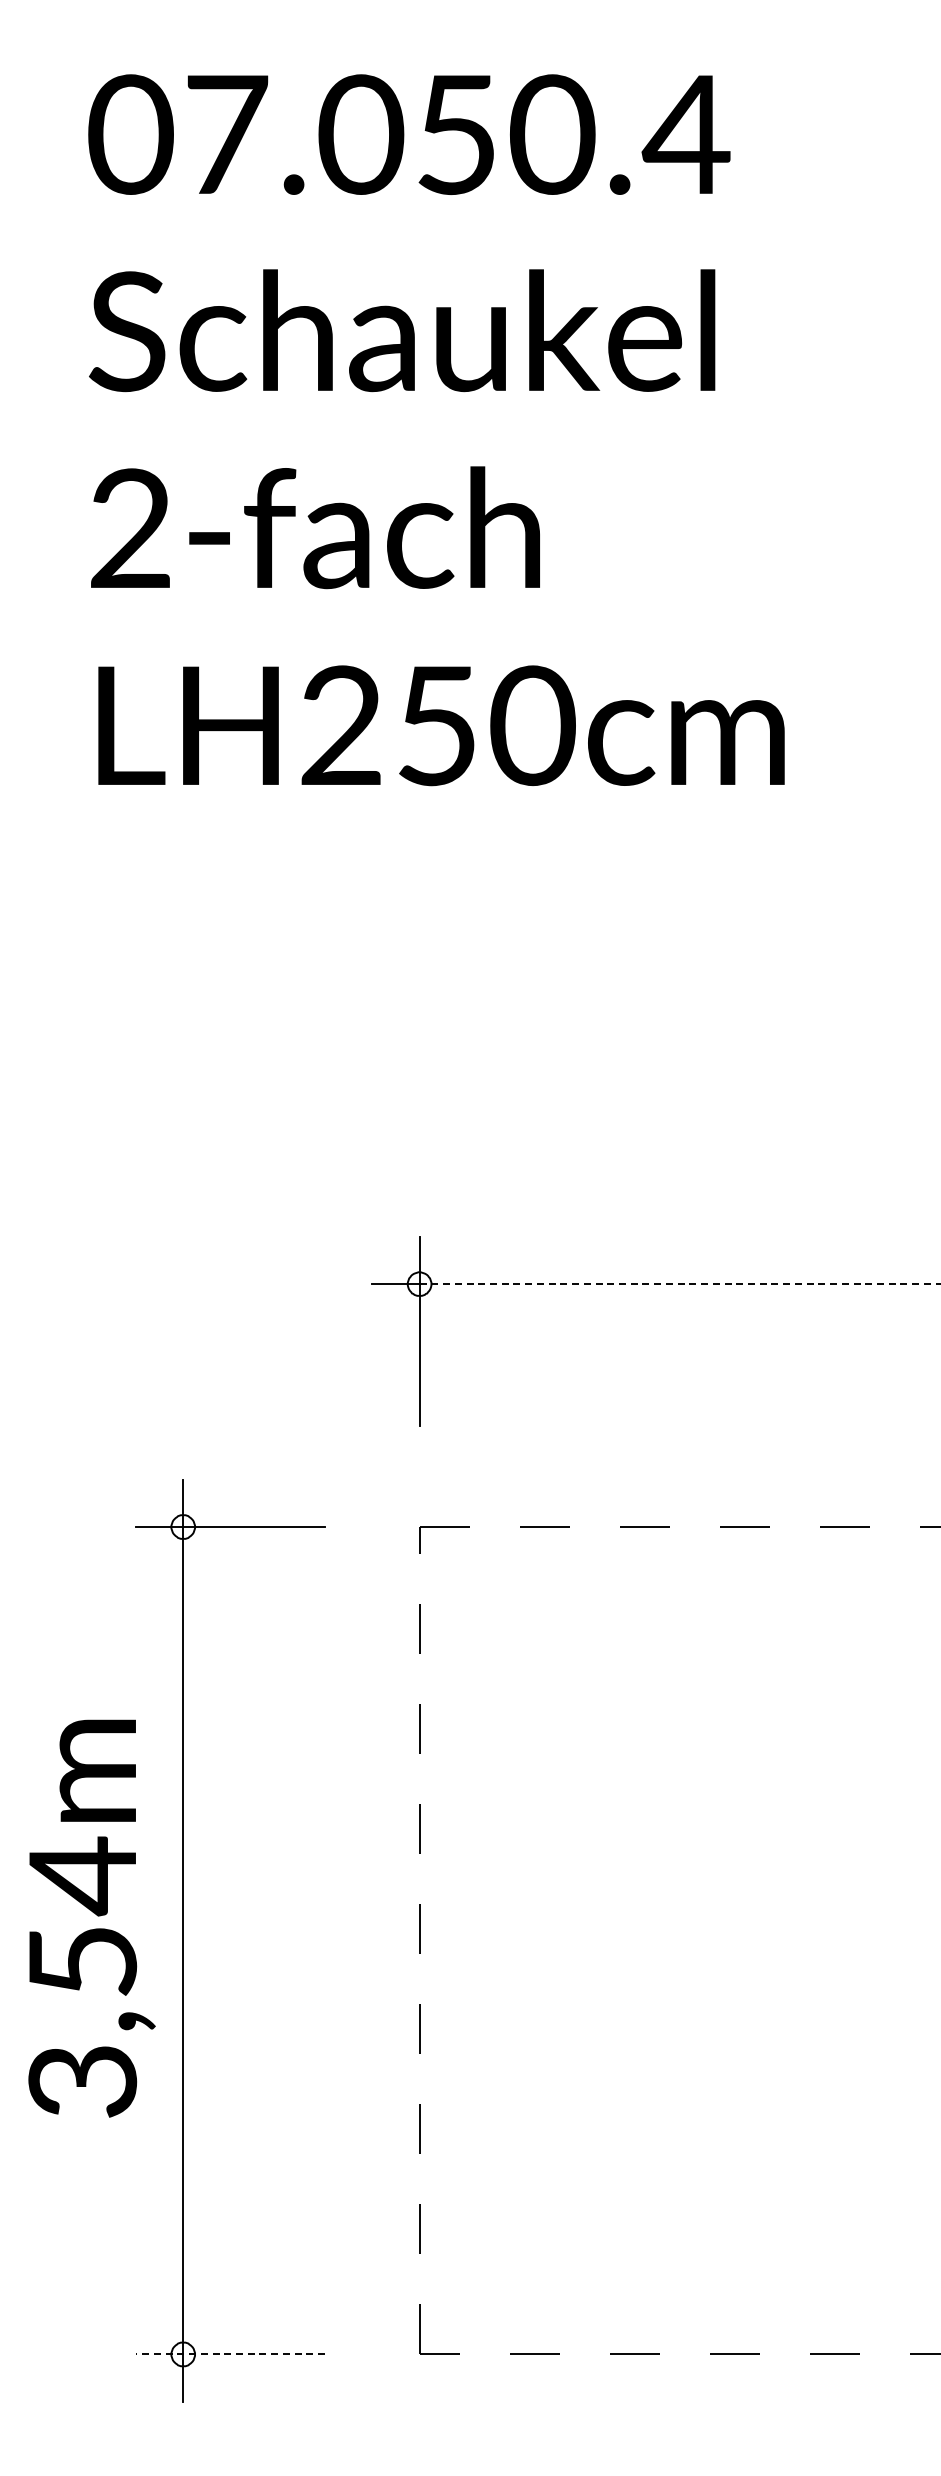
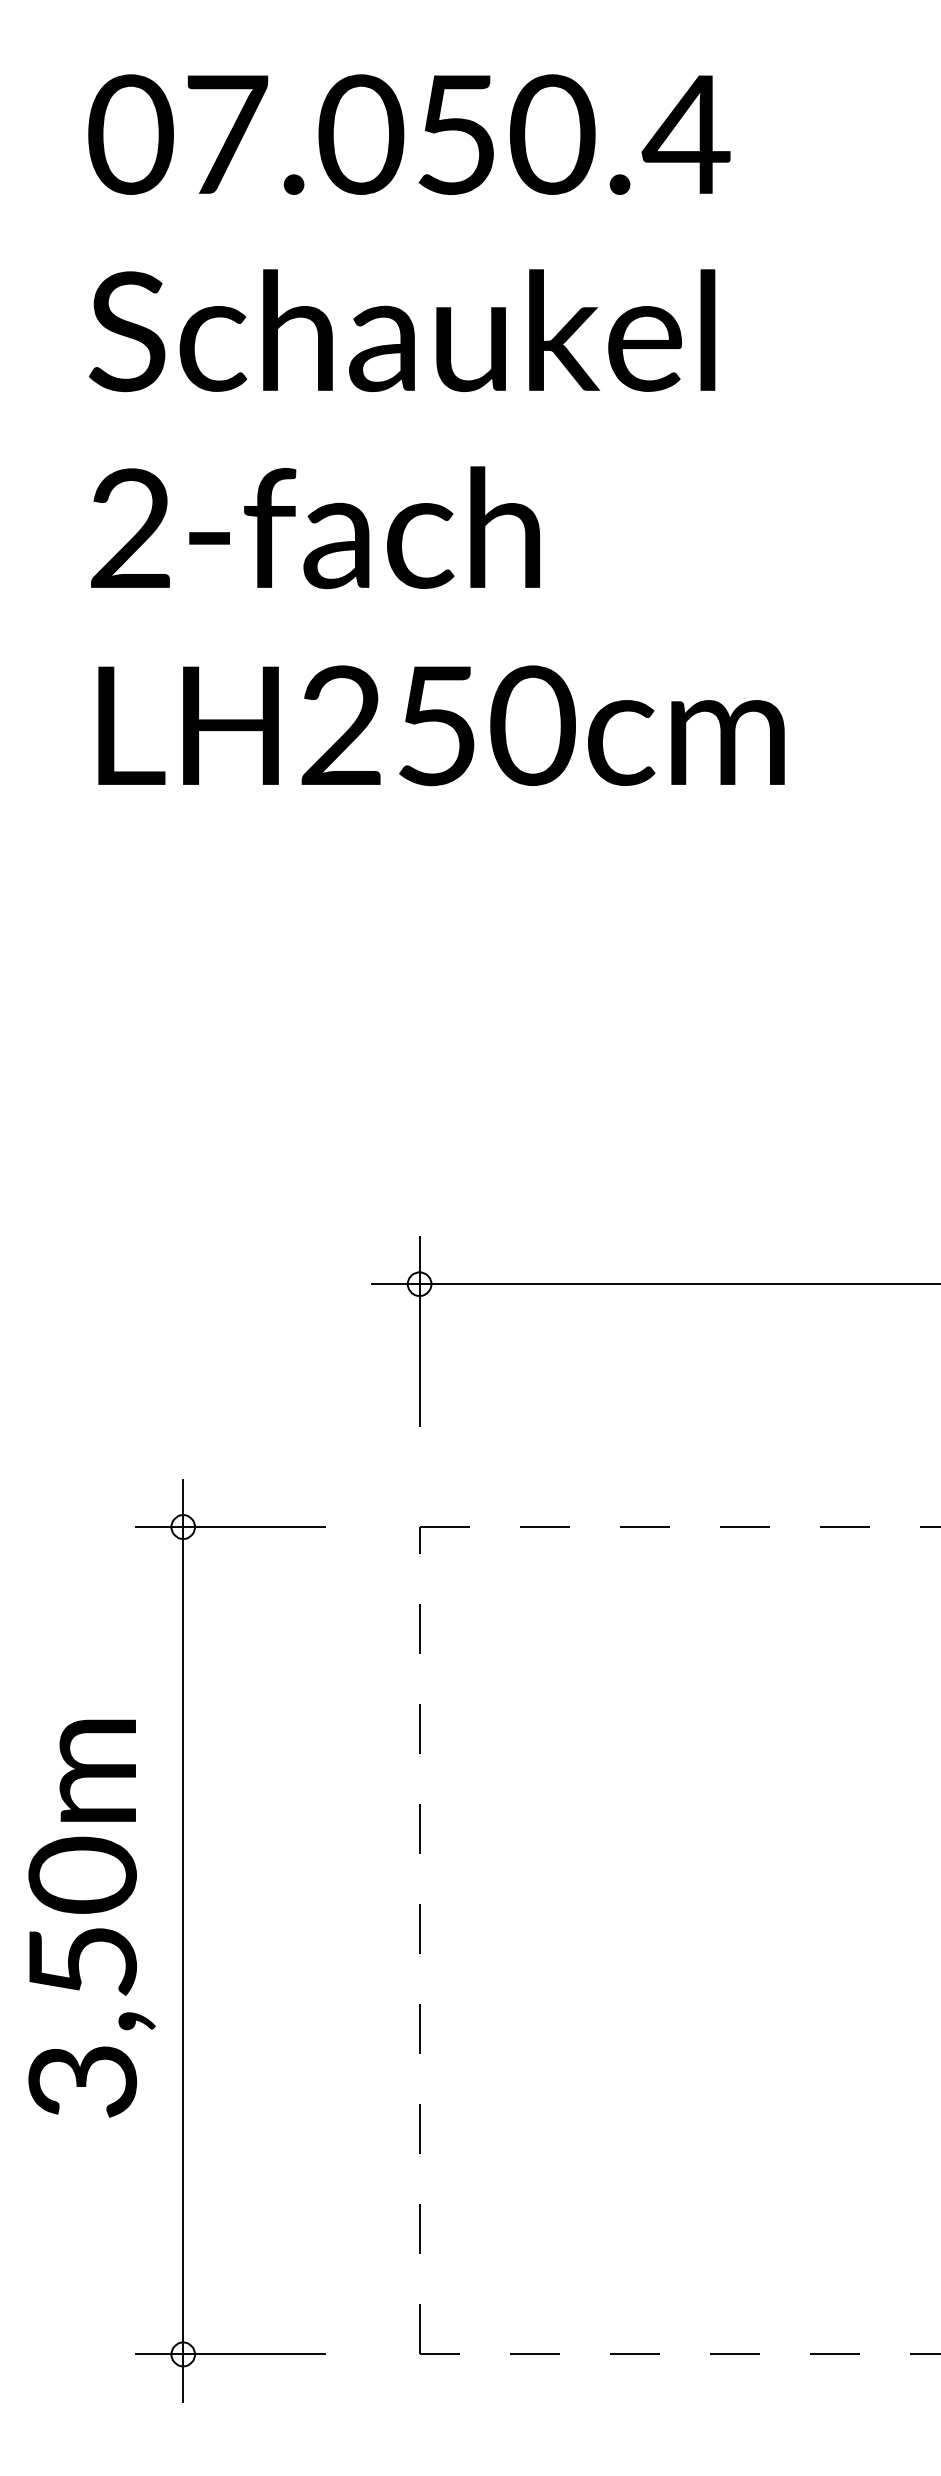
line at (680, 1284): dashed -> solid
text at (82, 1876): 3,54m -> 3,50m
line at (230, 2354): dashed -> solid
